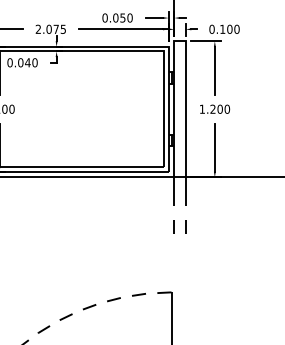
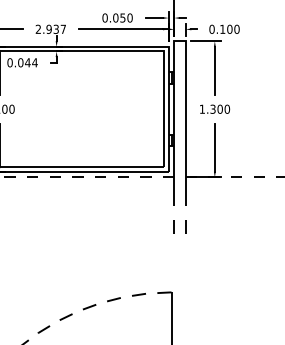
text at (55, 28): 2.075 -> 2.937
text at (34, 62): 0.040 -> 0.044
text at (212, 109): 1.200 -> 1.300
line at (142, 177): solid -> dashed
